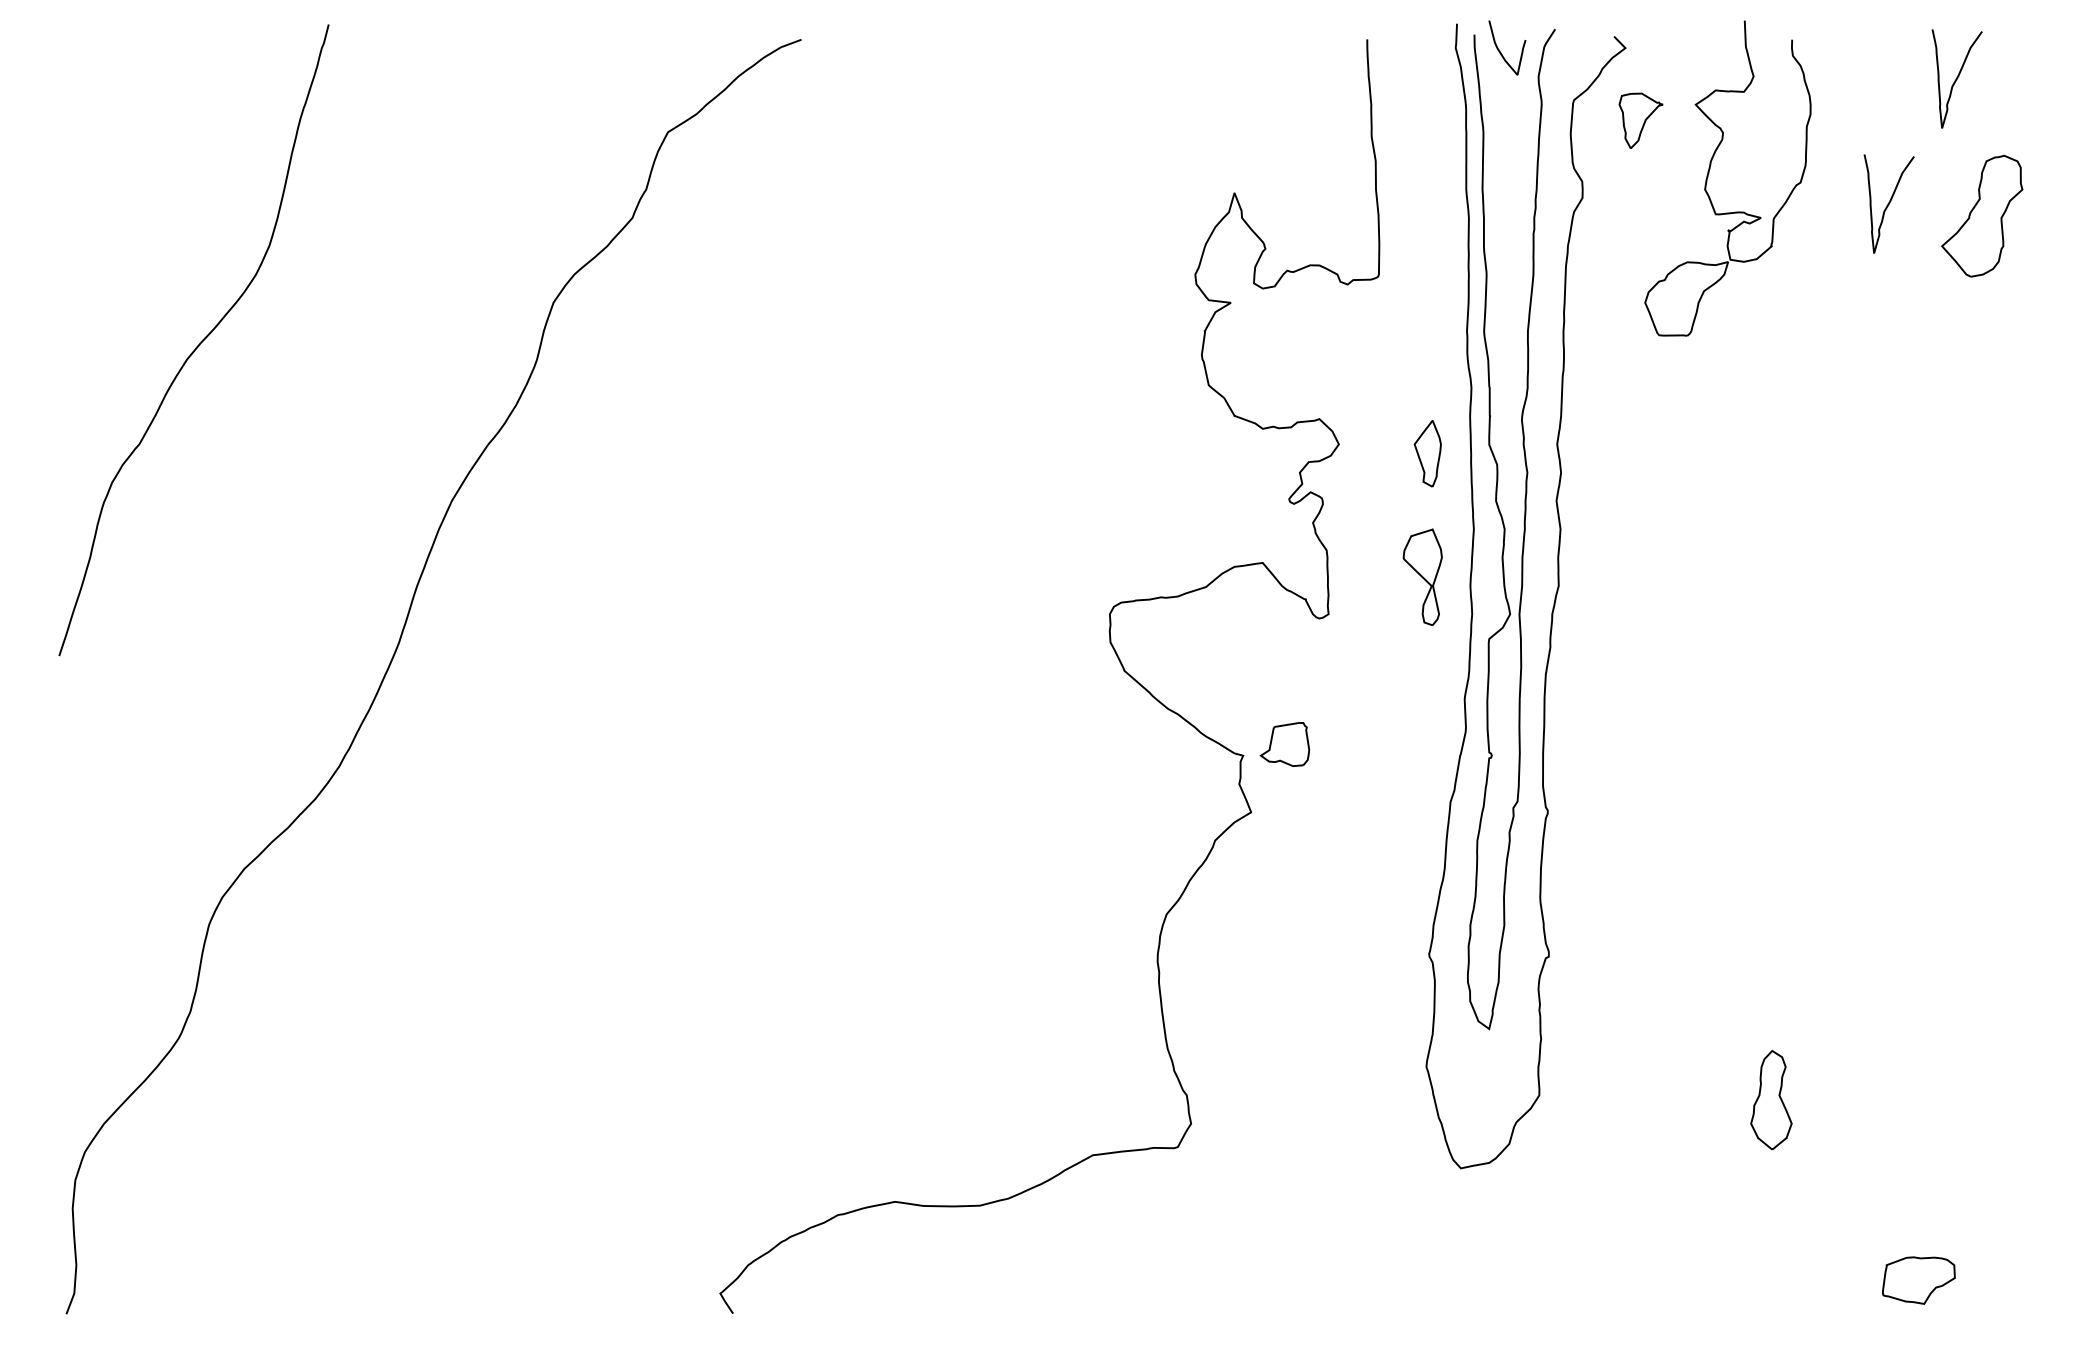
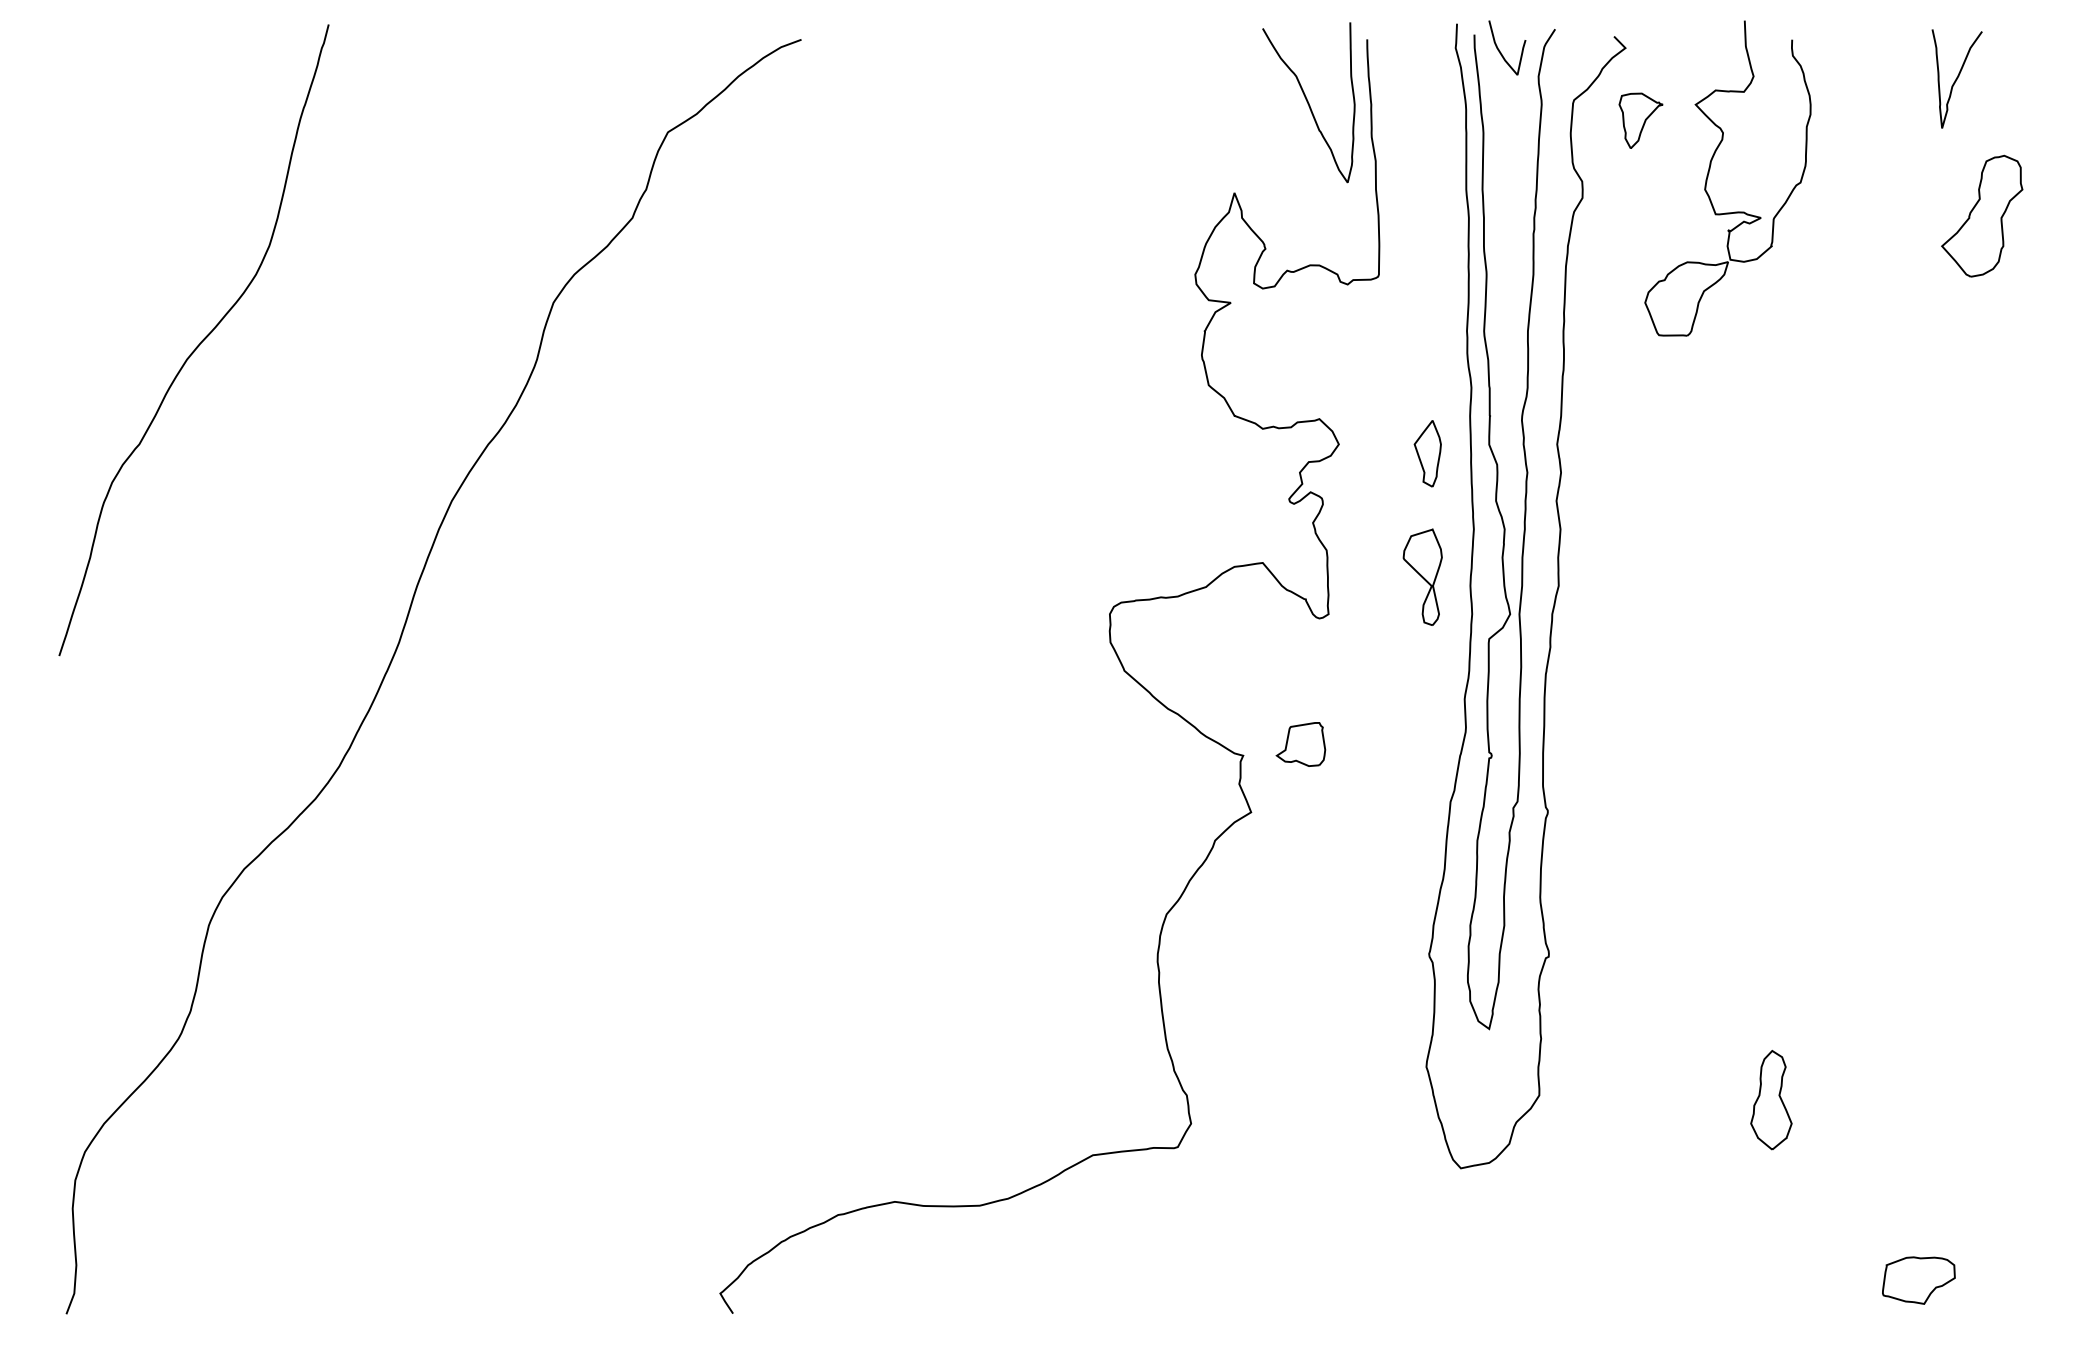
curve at (1308, 102): none -> present
curve at (1888, 203): present -> none
part at (1284, 744) position: (1284, 744) -> (1300, 744)
